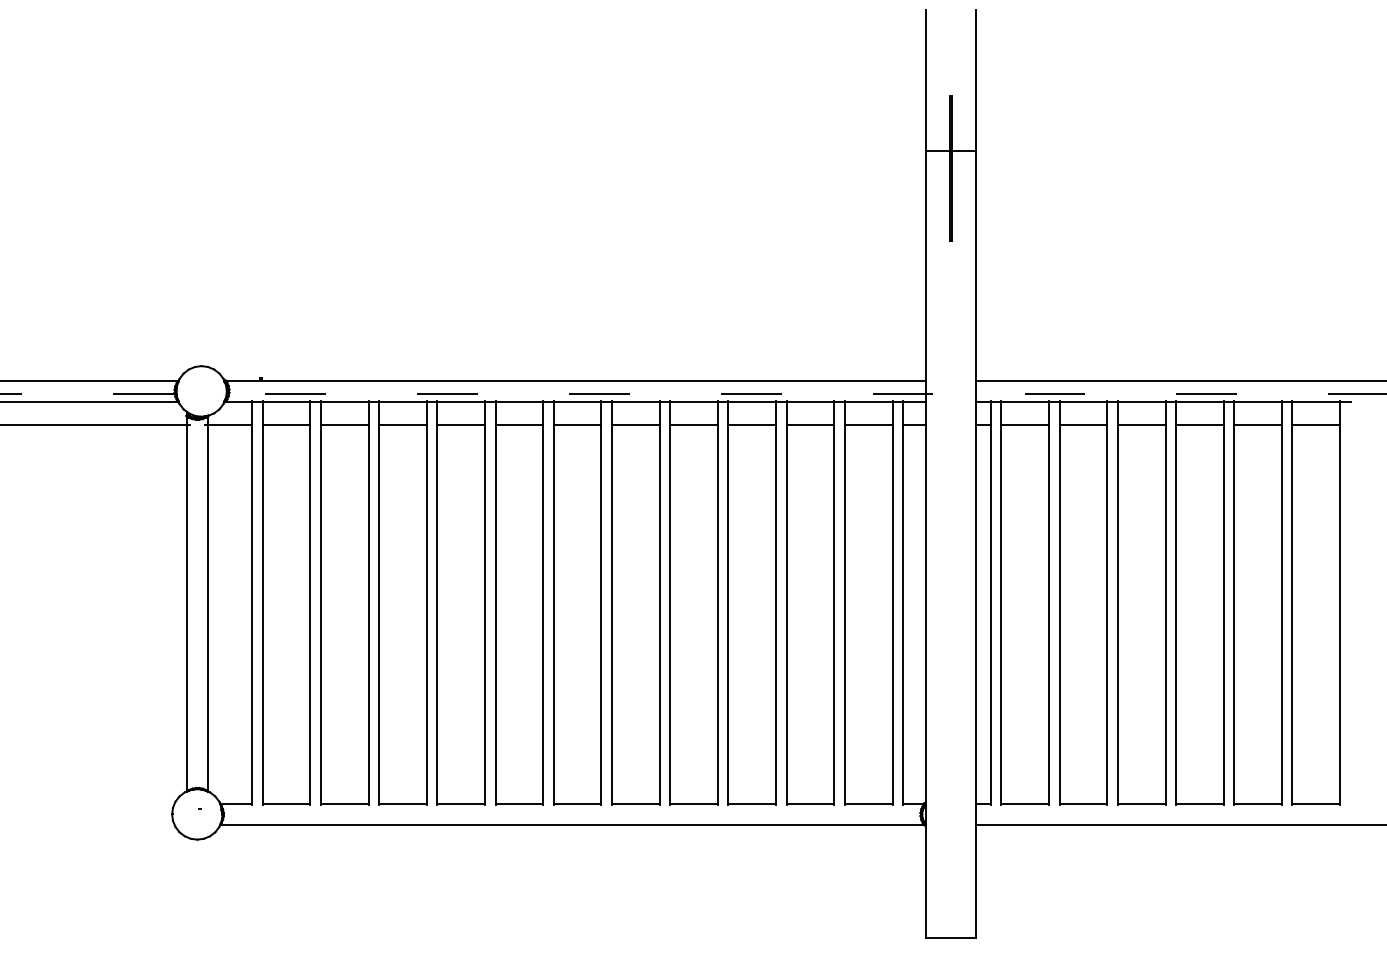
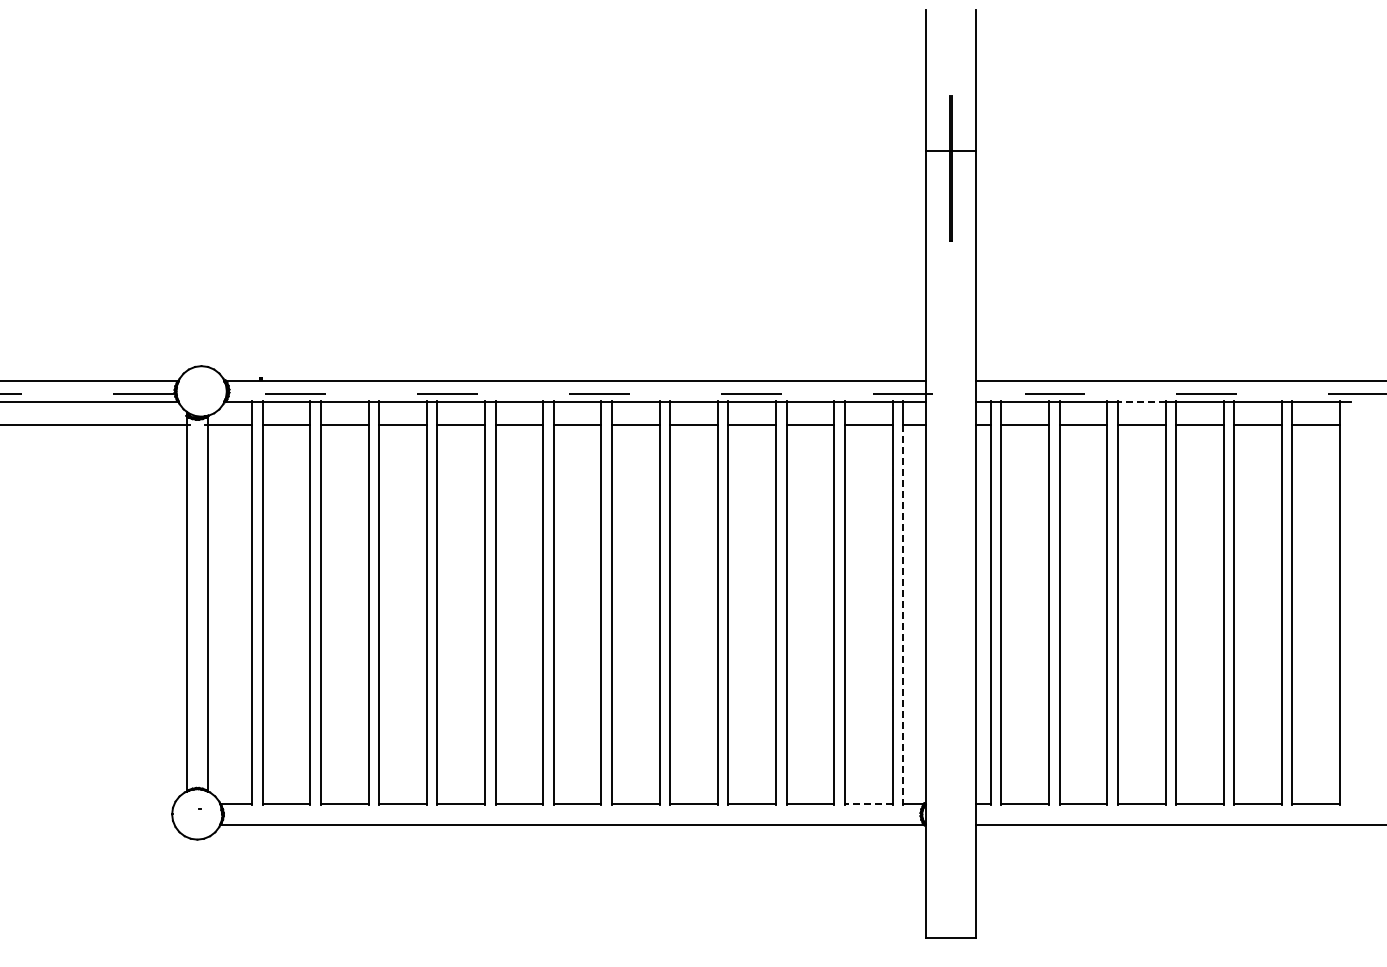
line at (1141, 401): solid -> dashed
line at (903, 615): solid -> dashed
line at (868, 803): solid -> dashed
